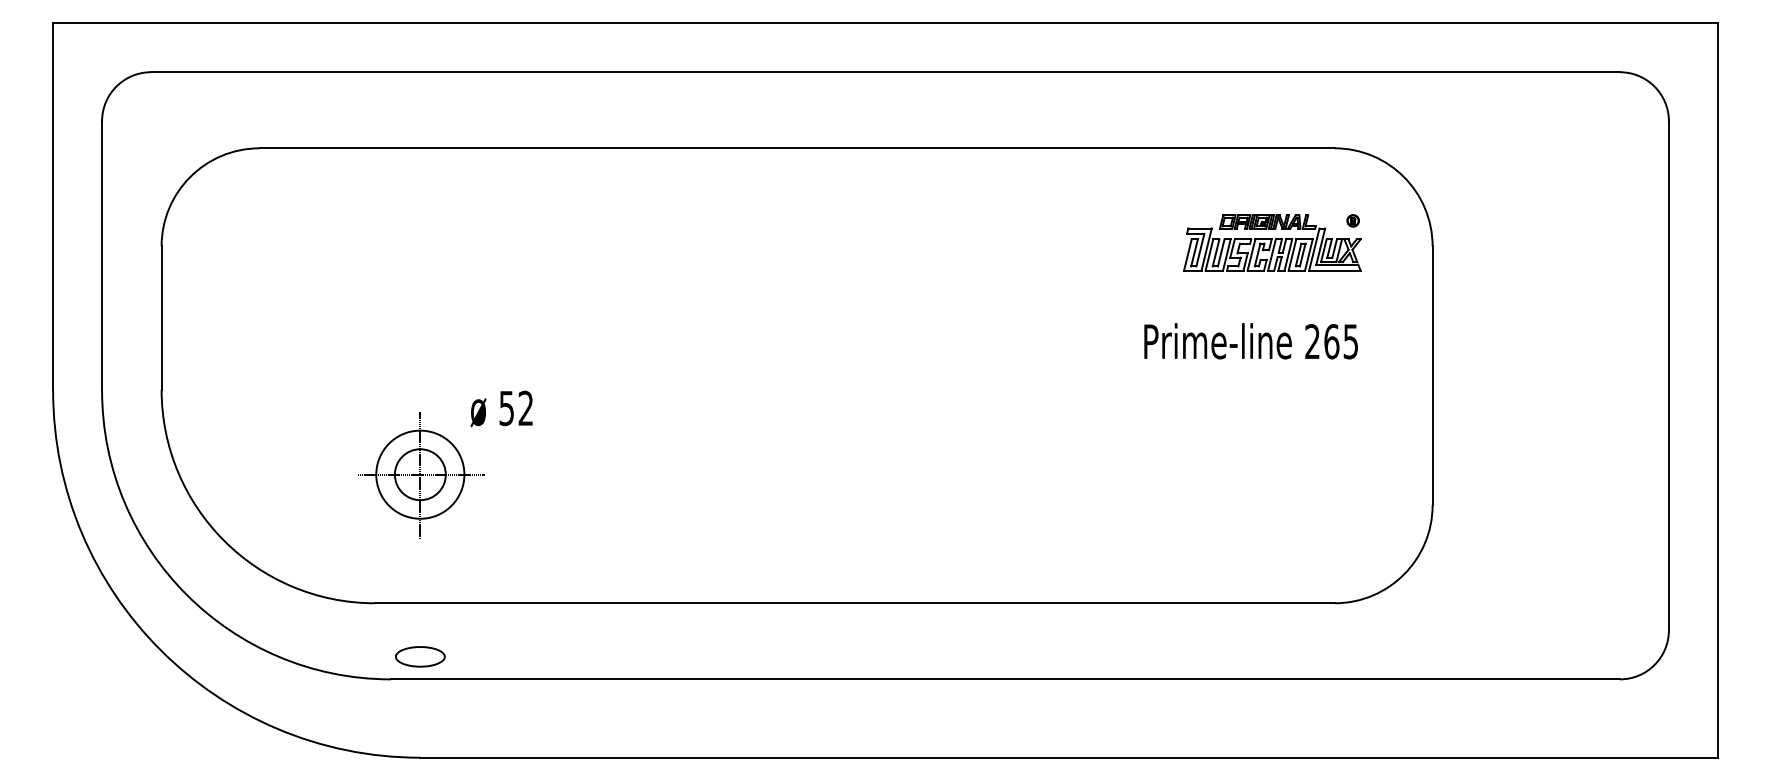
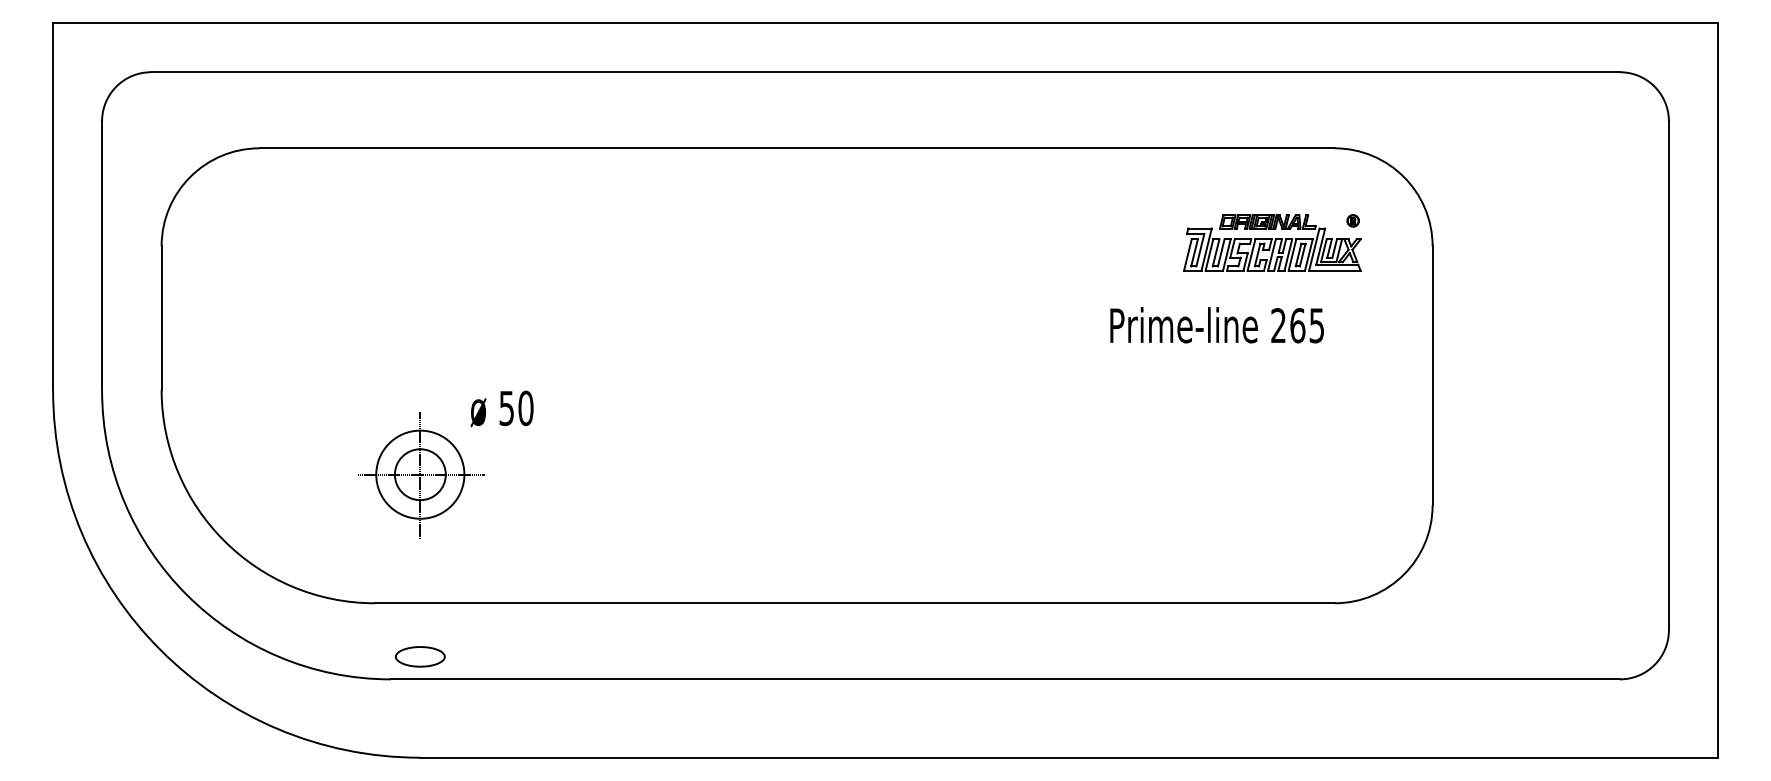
text at (1250, 341) position: (1250, 341) -> (1216, 325)
text at (525, 408): 52 -> 50
